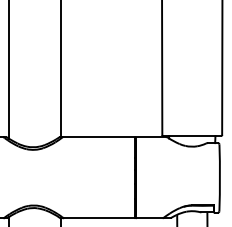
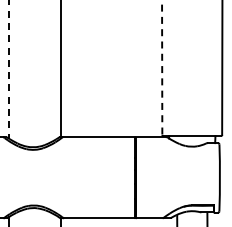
line at (162, 68): solid -> dashed
line at (8, 69): solid -> dashed
